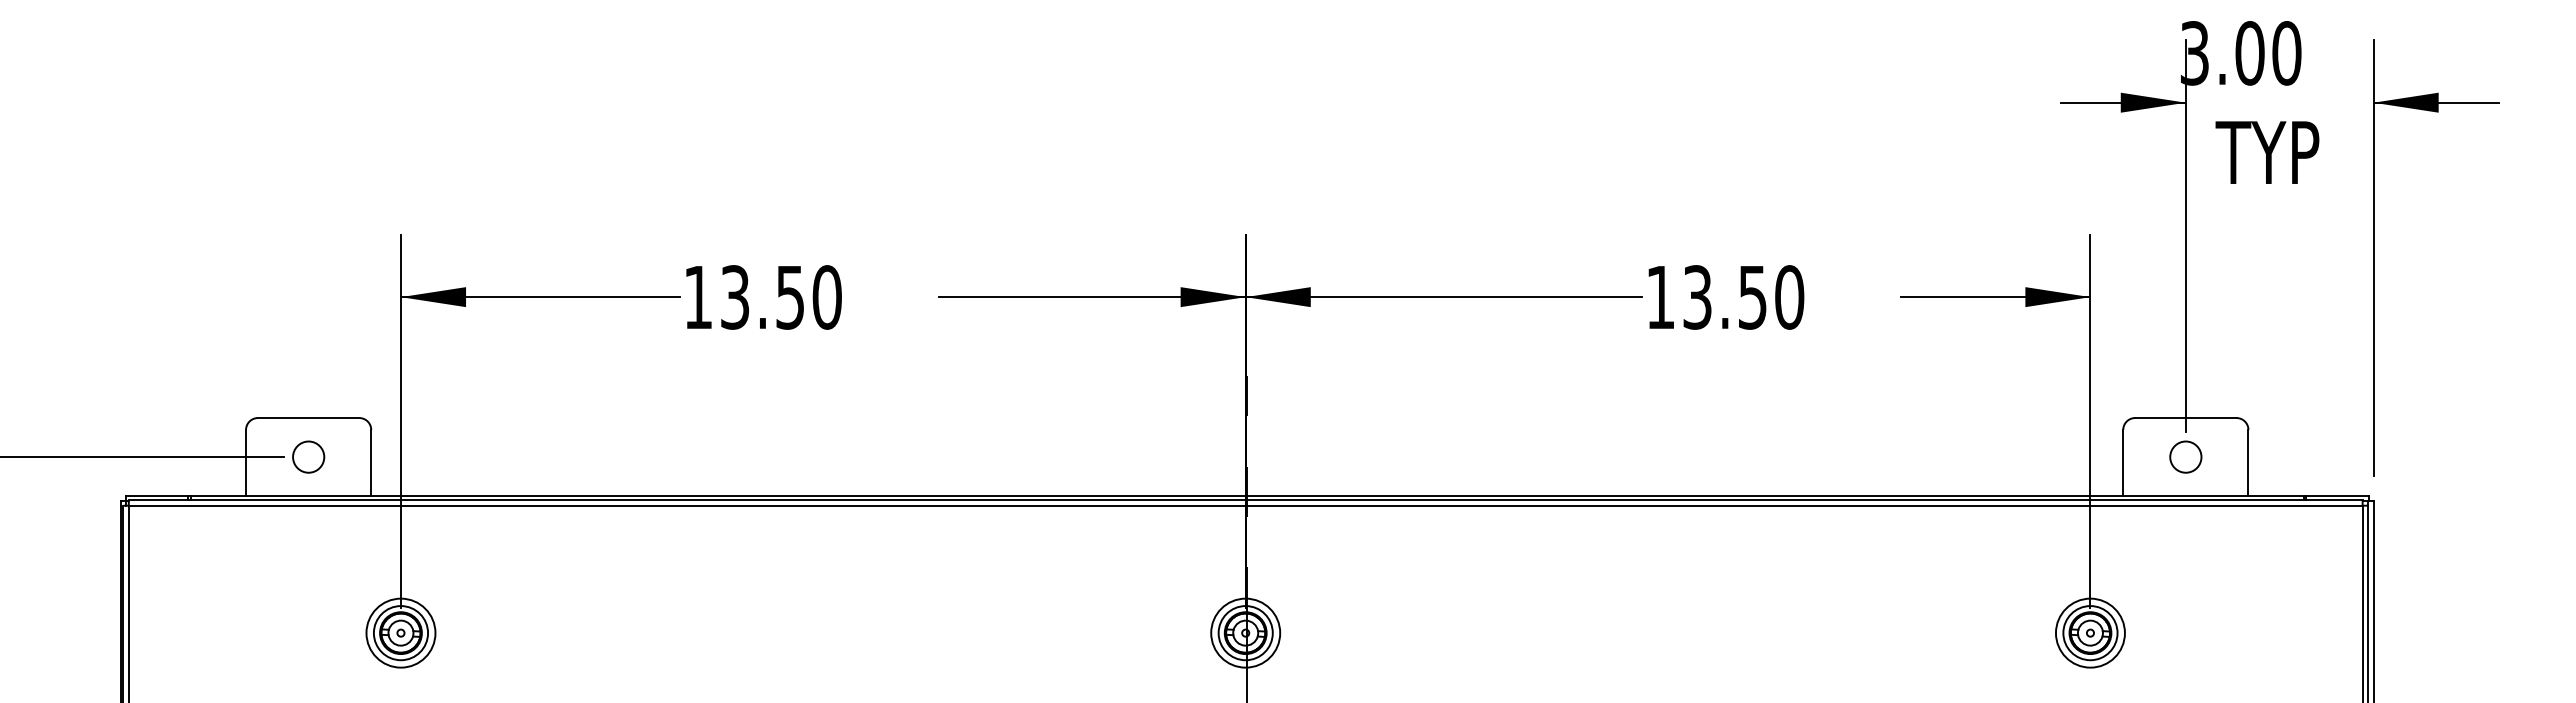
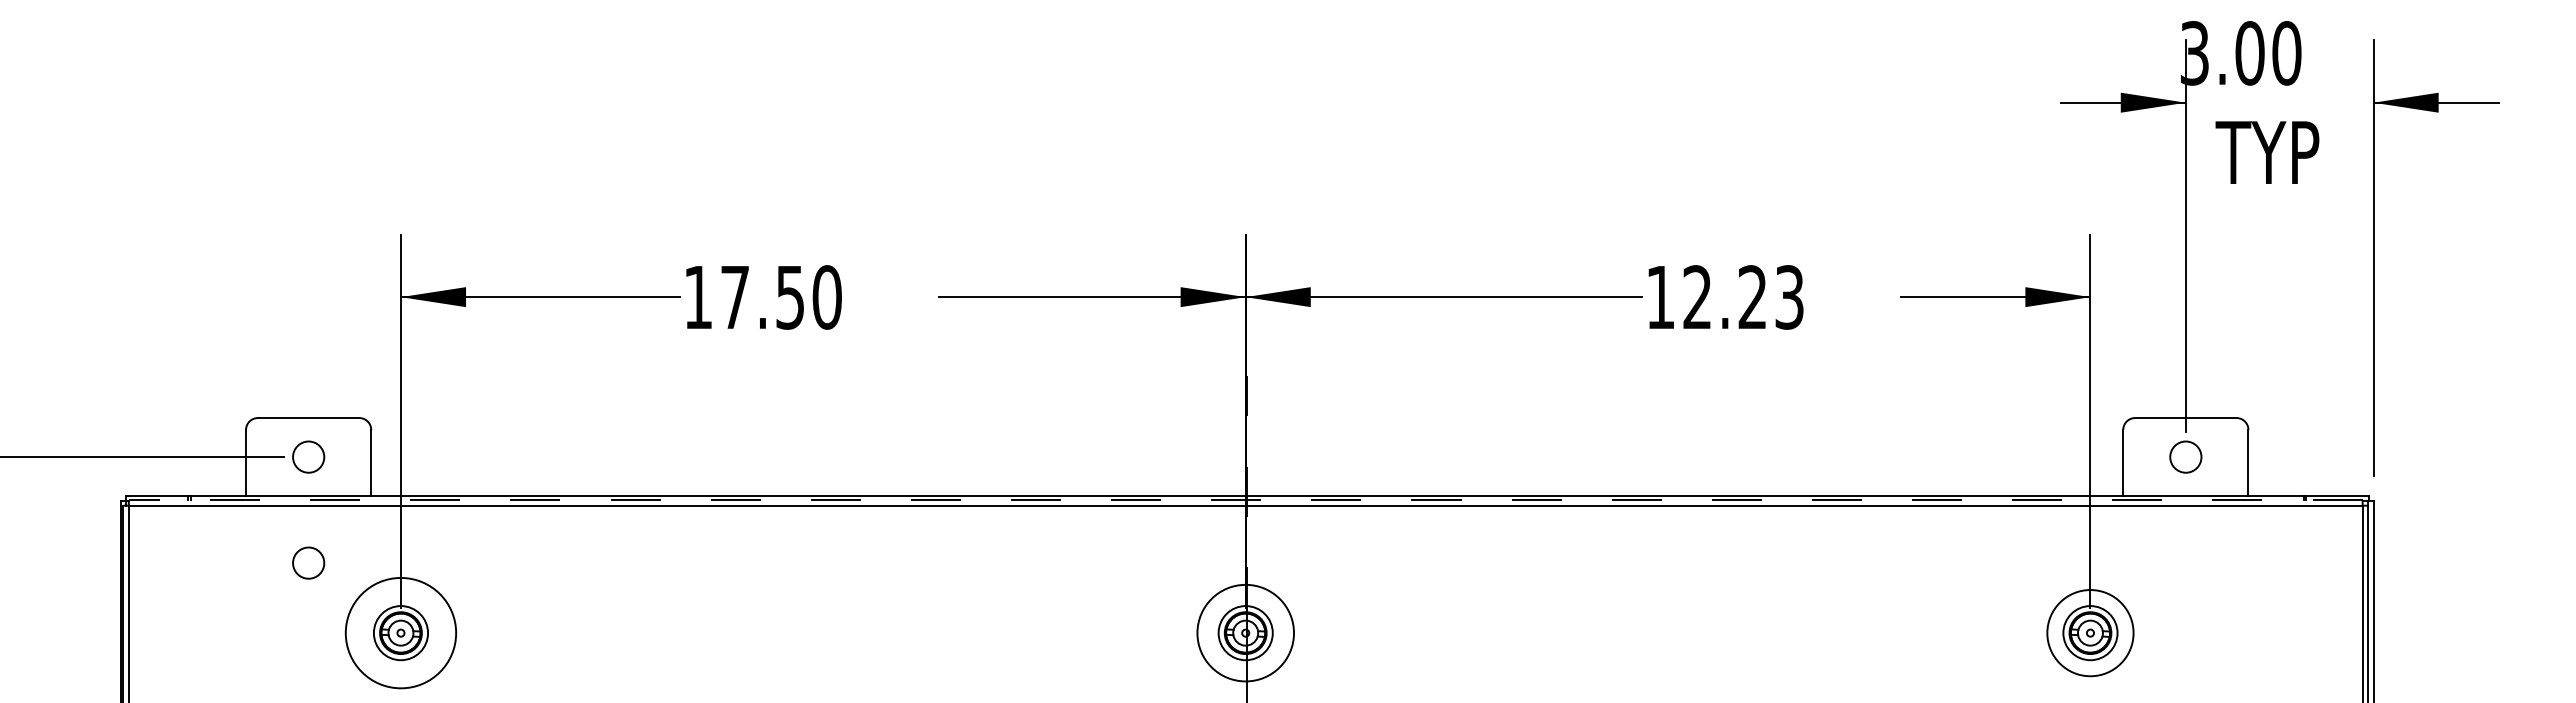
text at (735, 297): 13.50 -> 17.50
text at (1743, 297): 13.50 -> 12.23
line at (1245, 500): solid -> dashed
circle at (308, 562): none -> present
circle at (400, 632) diameter: 69 px -> 110 px
circle at (1245, 632) diameter: 69 px -> 97 px
circle at (2089, 632) diameter: 69 px -> 86 px
